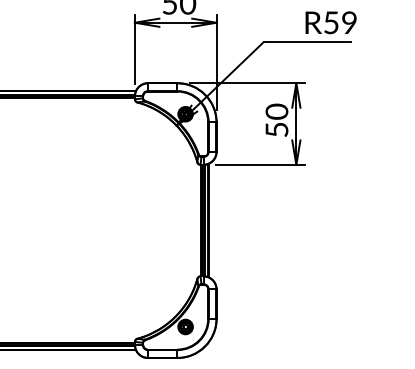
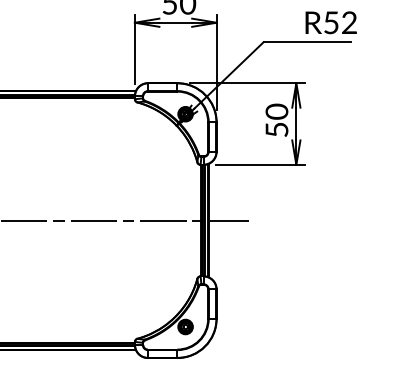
text at (349, 22): R59 -> R52
line at (125, 220): none -> present
